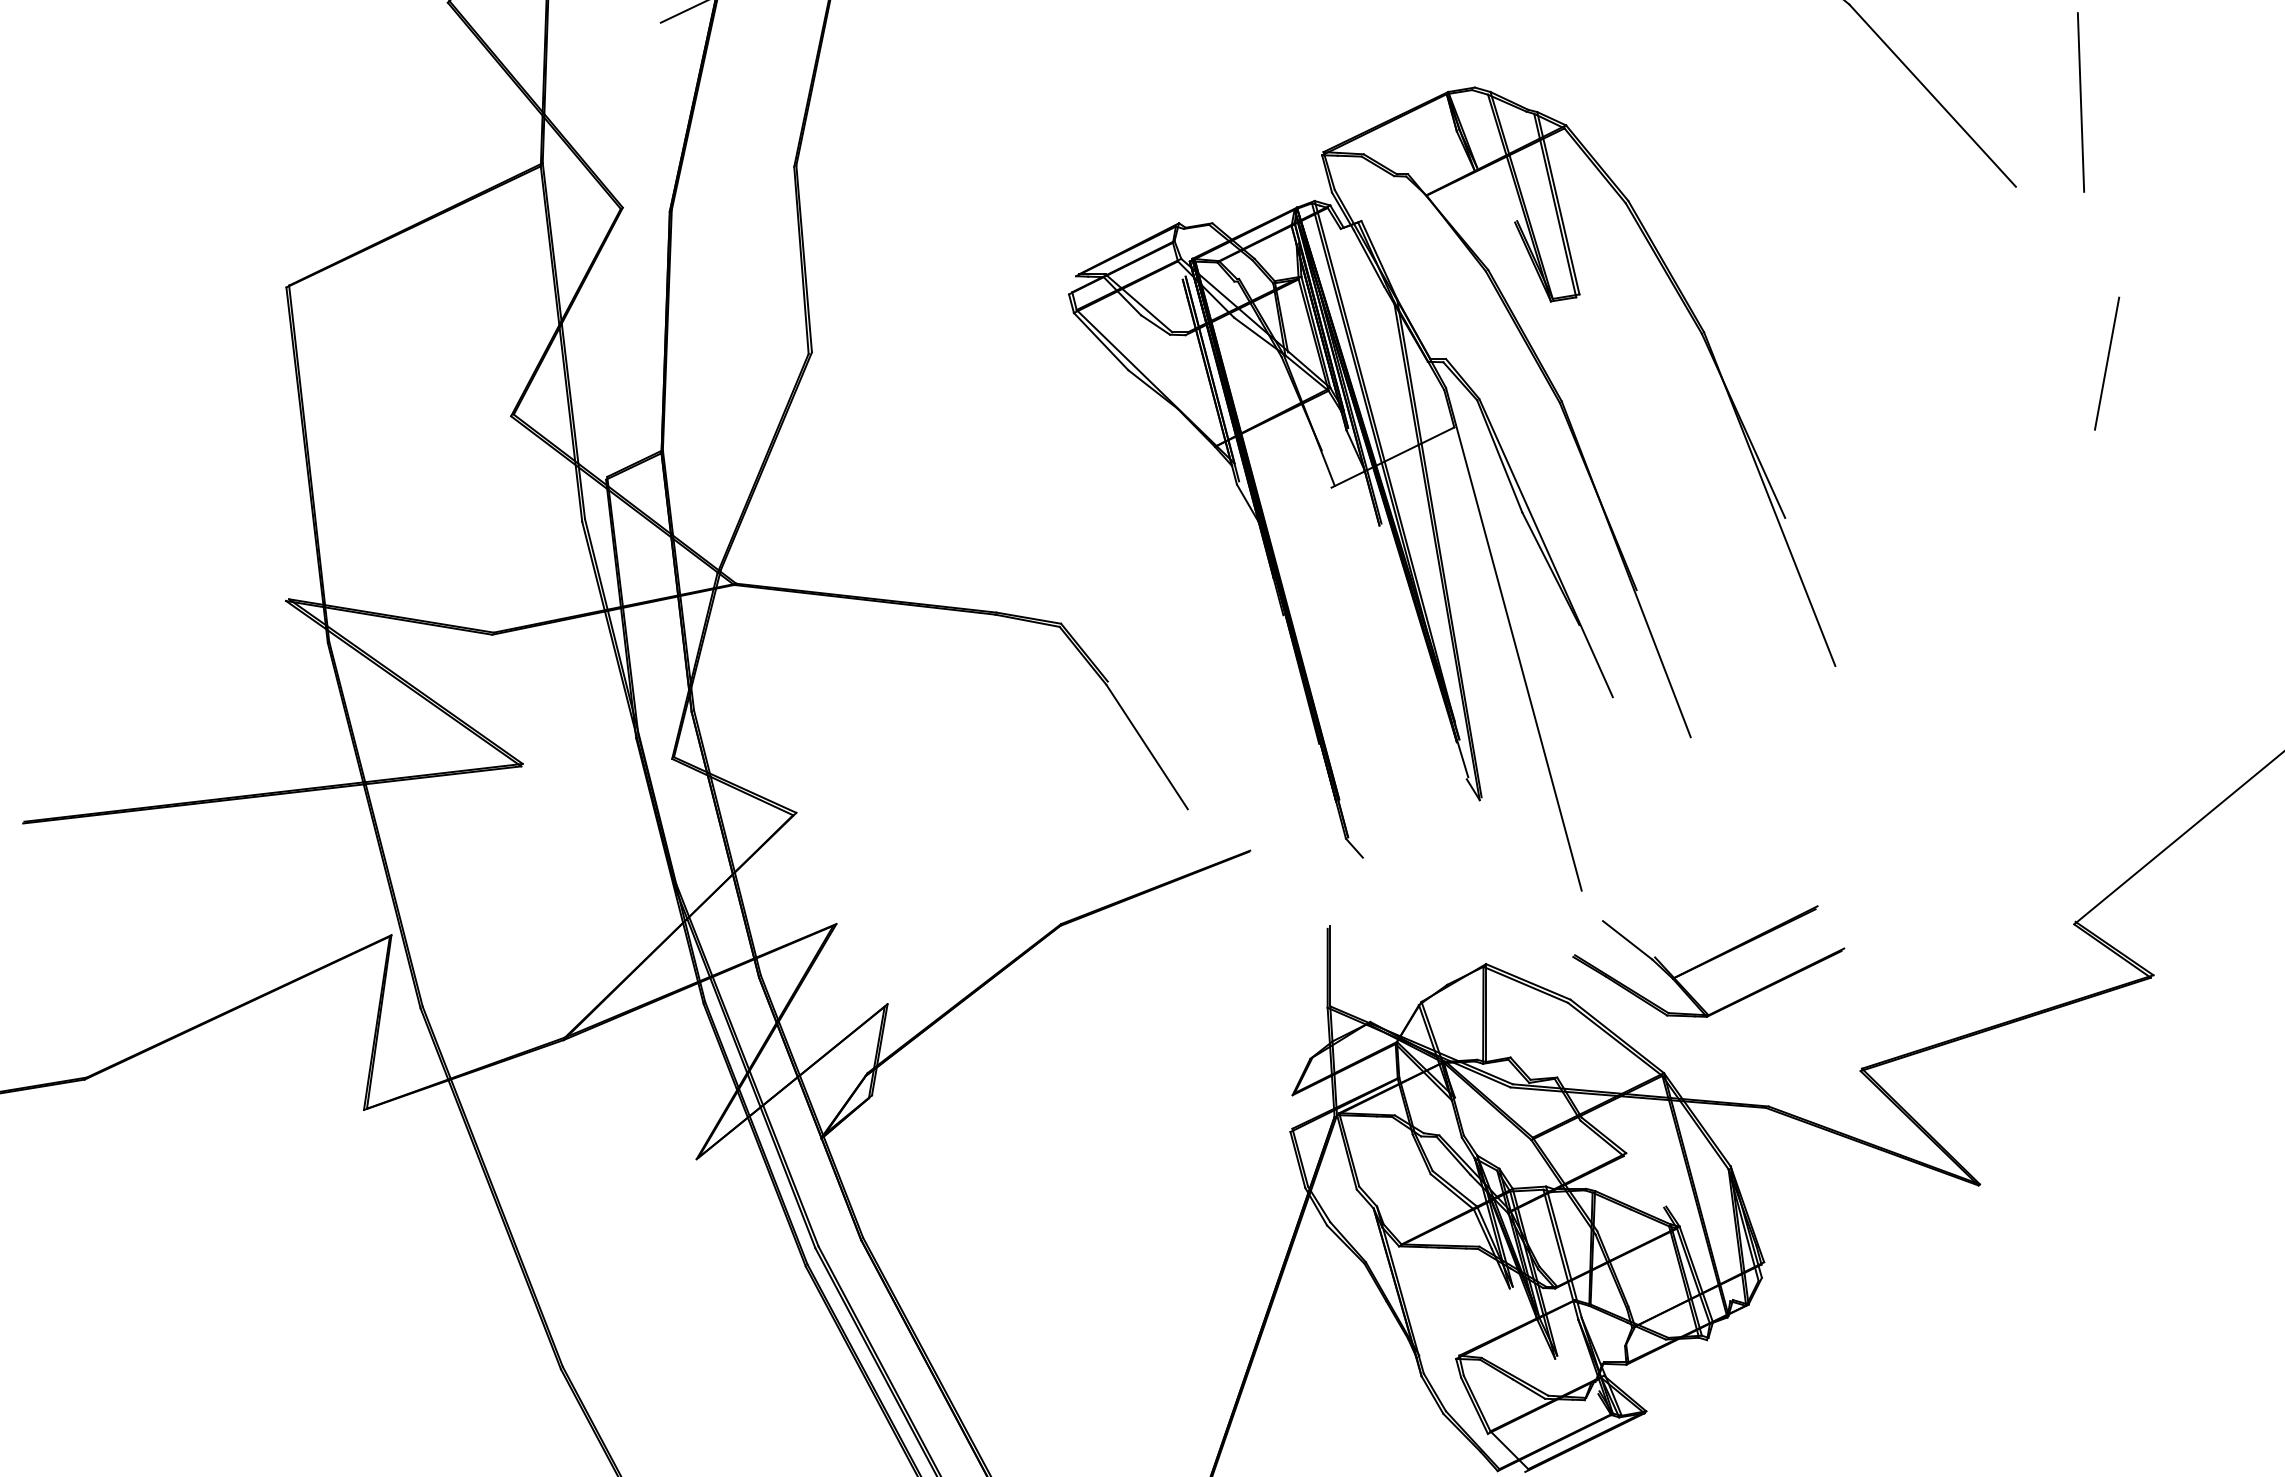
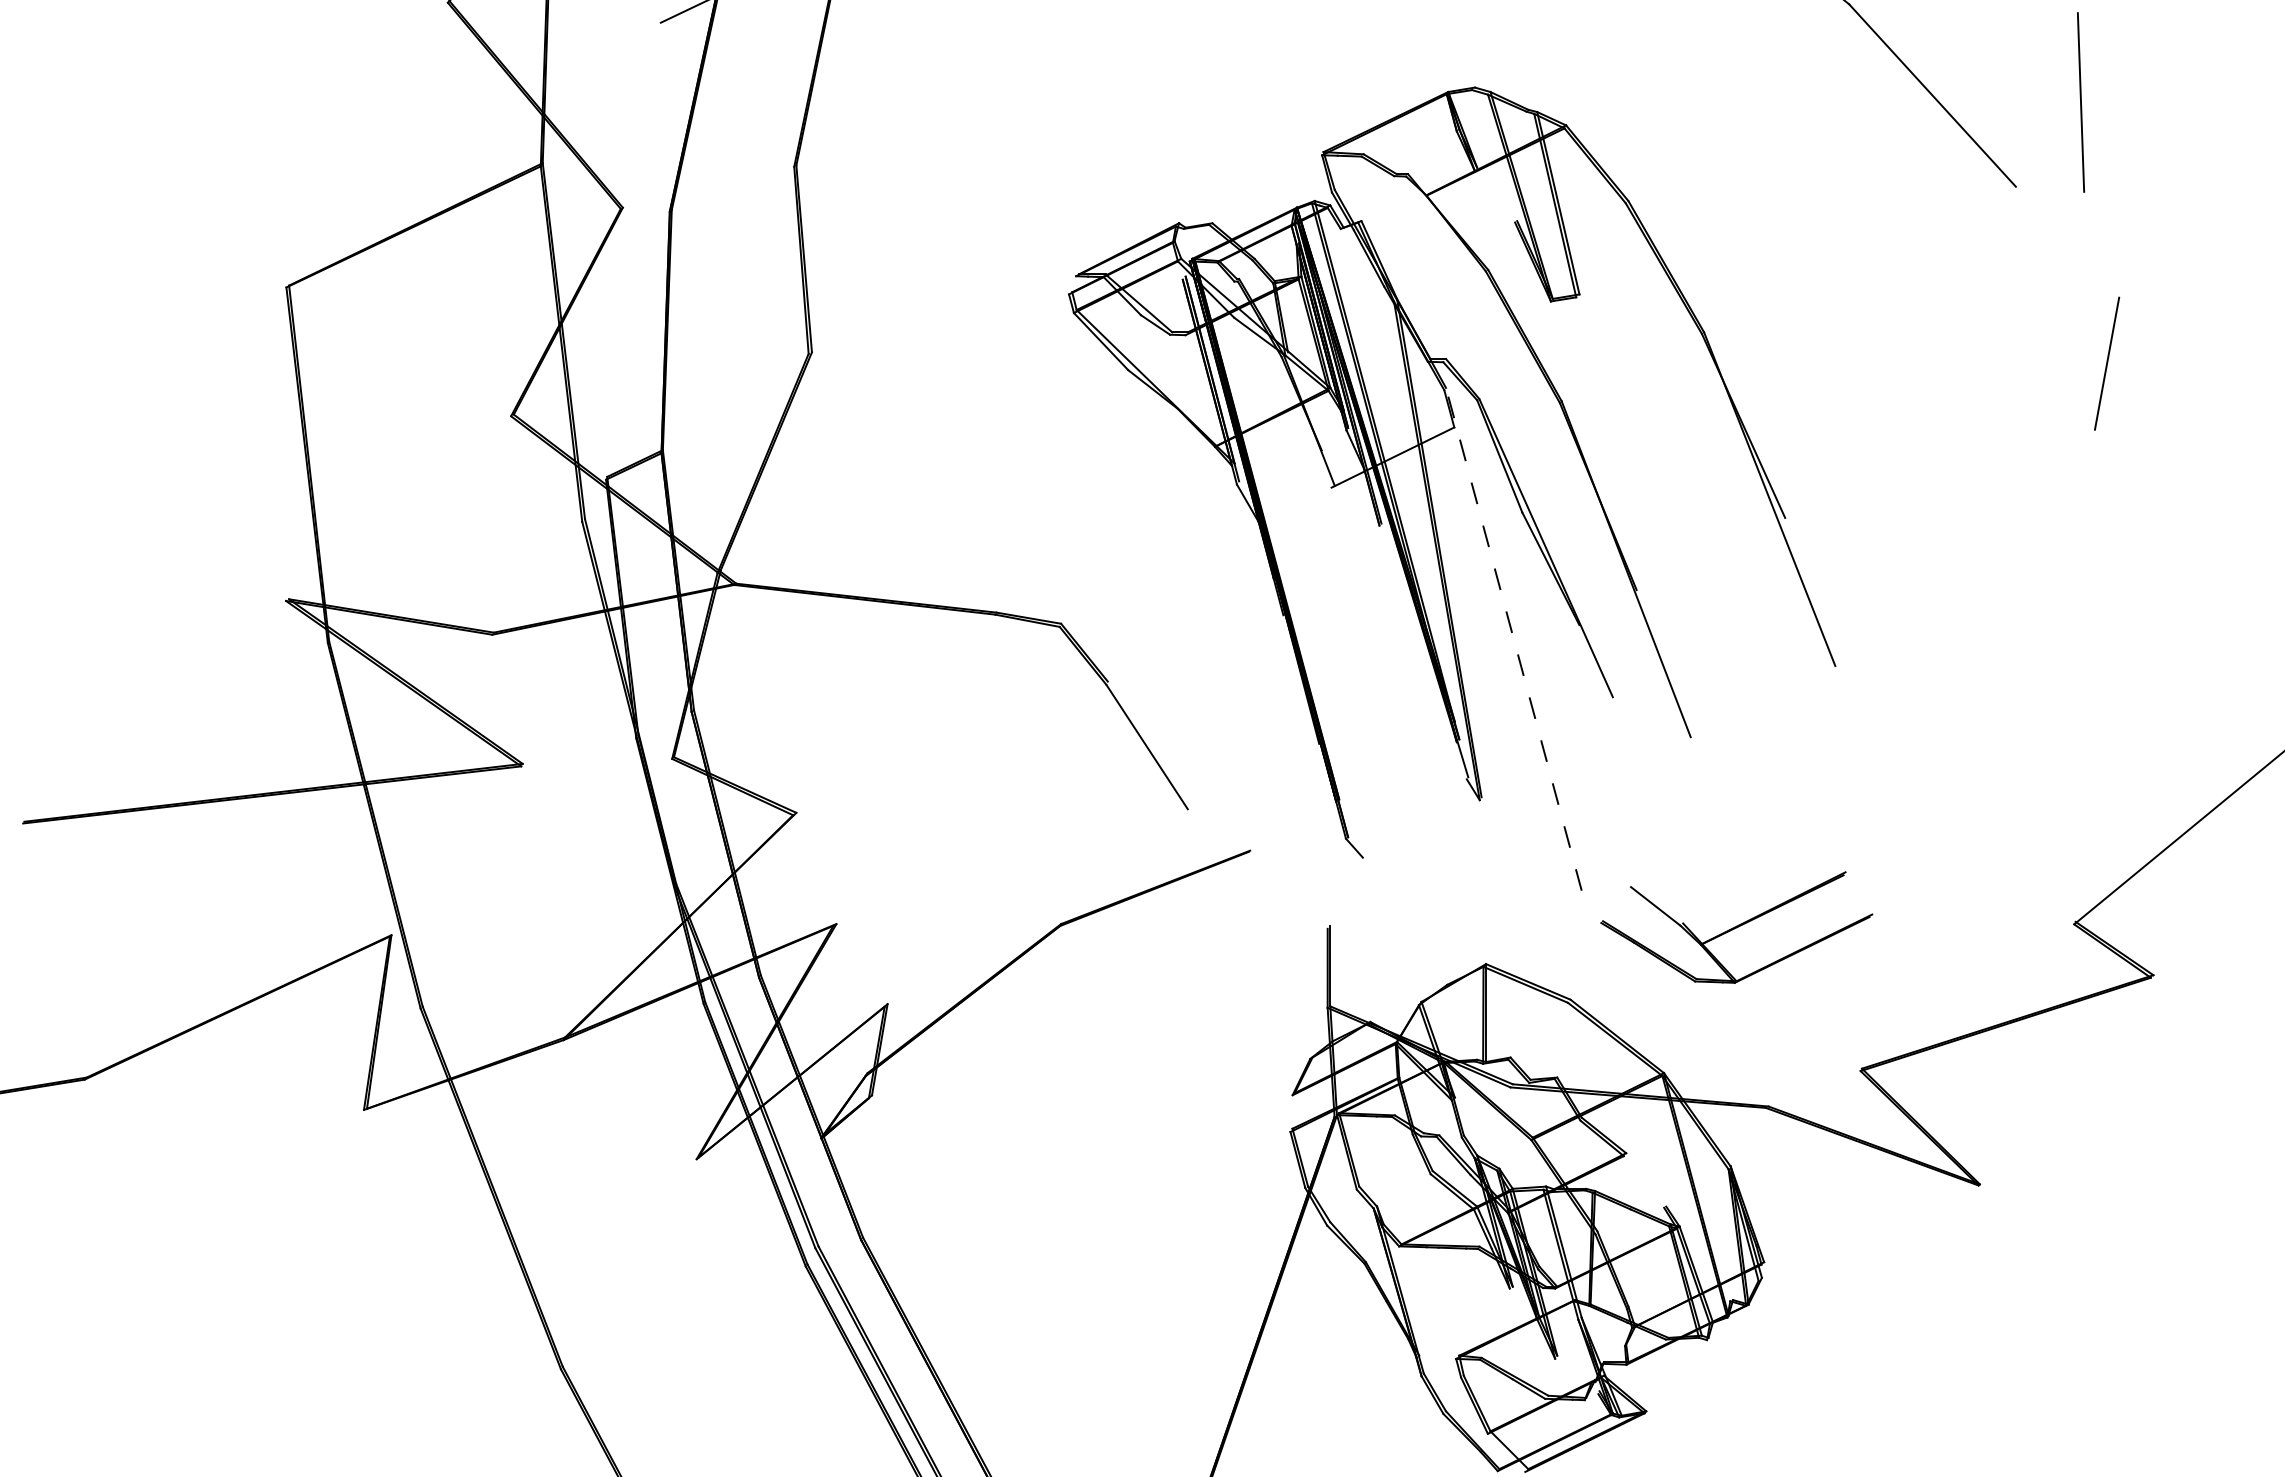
line at (1513, 638): solid -> dashed
part at (1708, 961) position: (1708, 961) -> (1736, 927)
